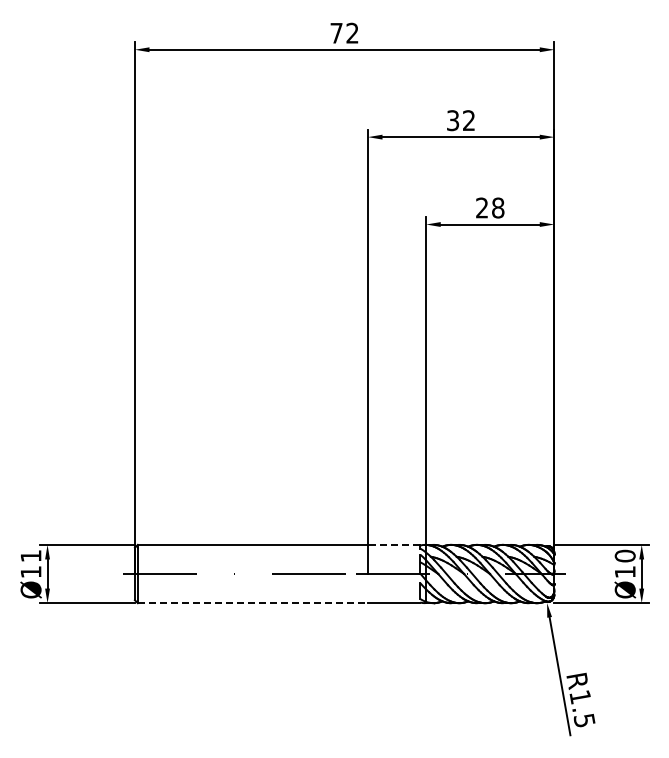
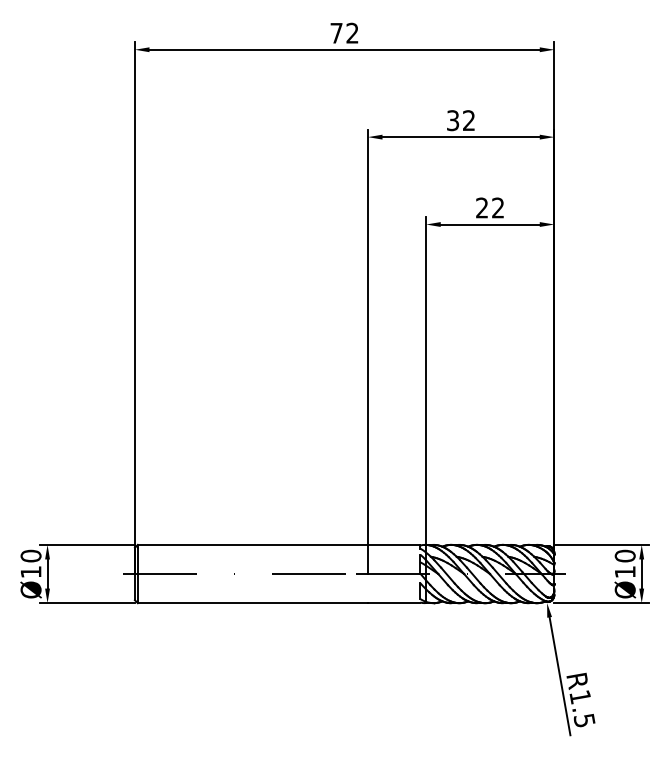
text at (498, 207): 28 -> 22
line at (393, 544): dashed -> solid
text at (30, 555): Ø11 -> Ø10
line at (253, 603): dashed -> solid
